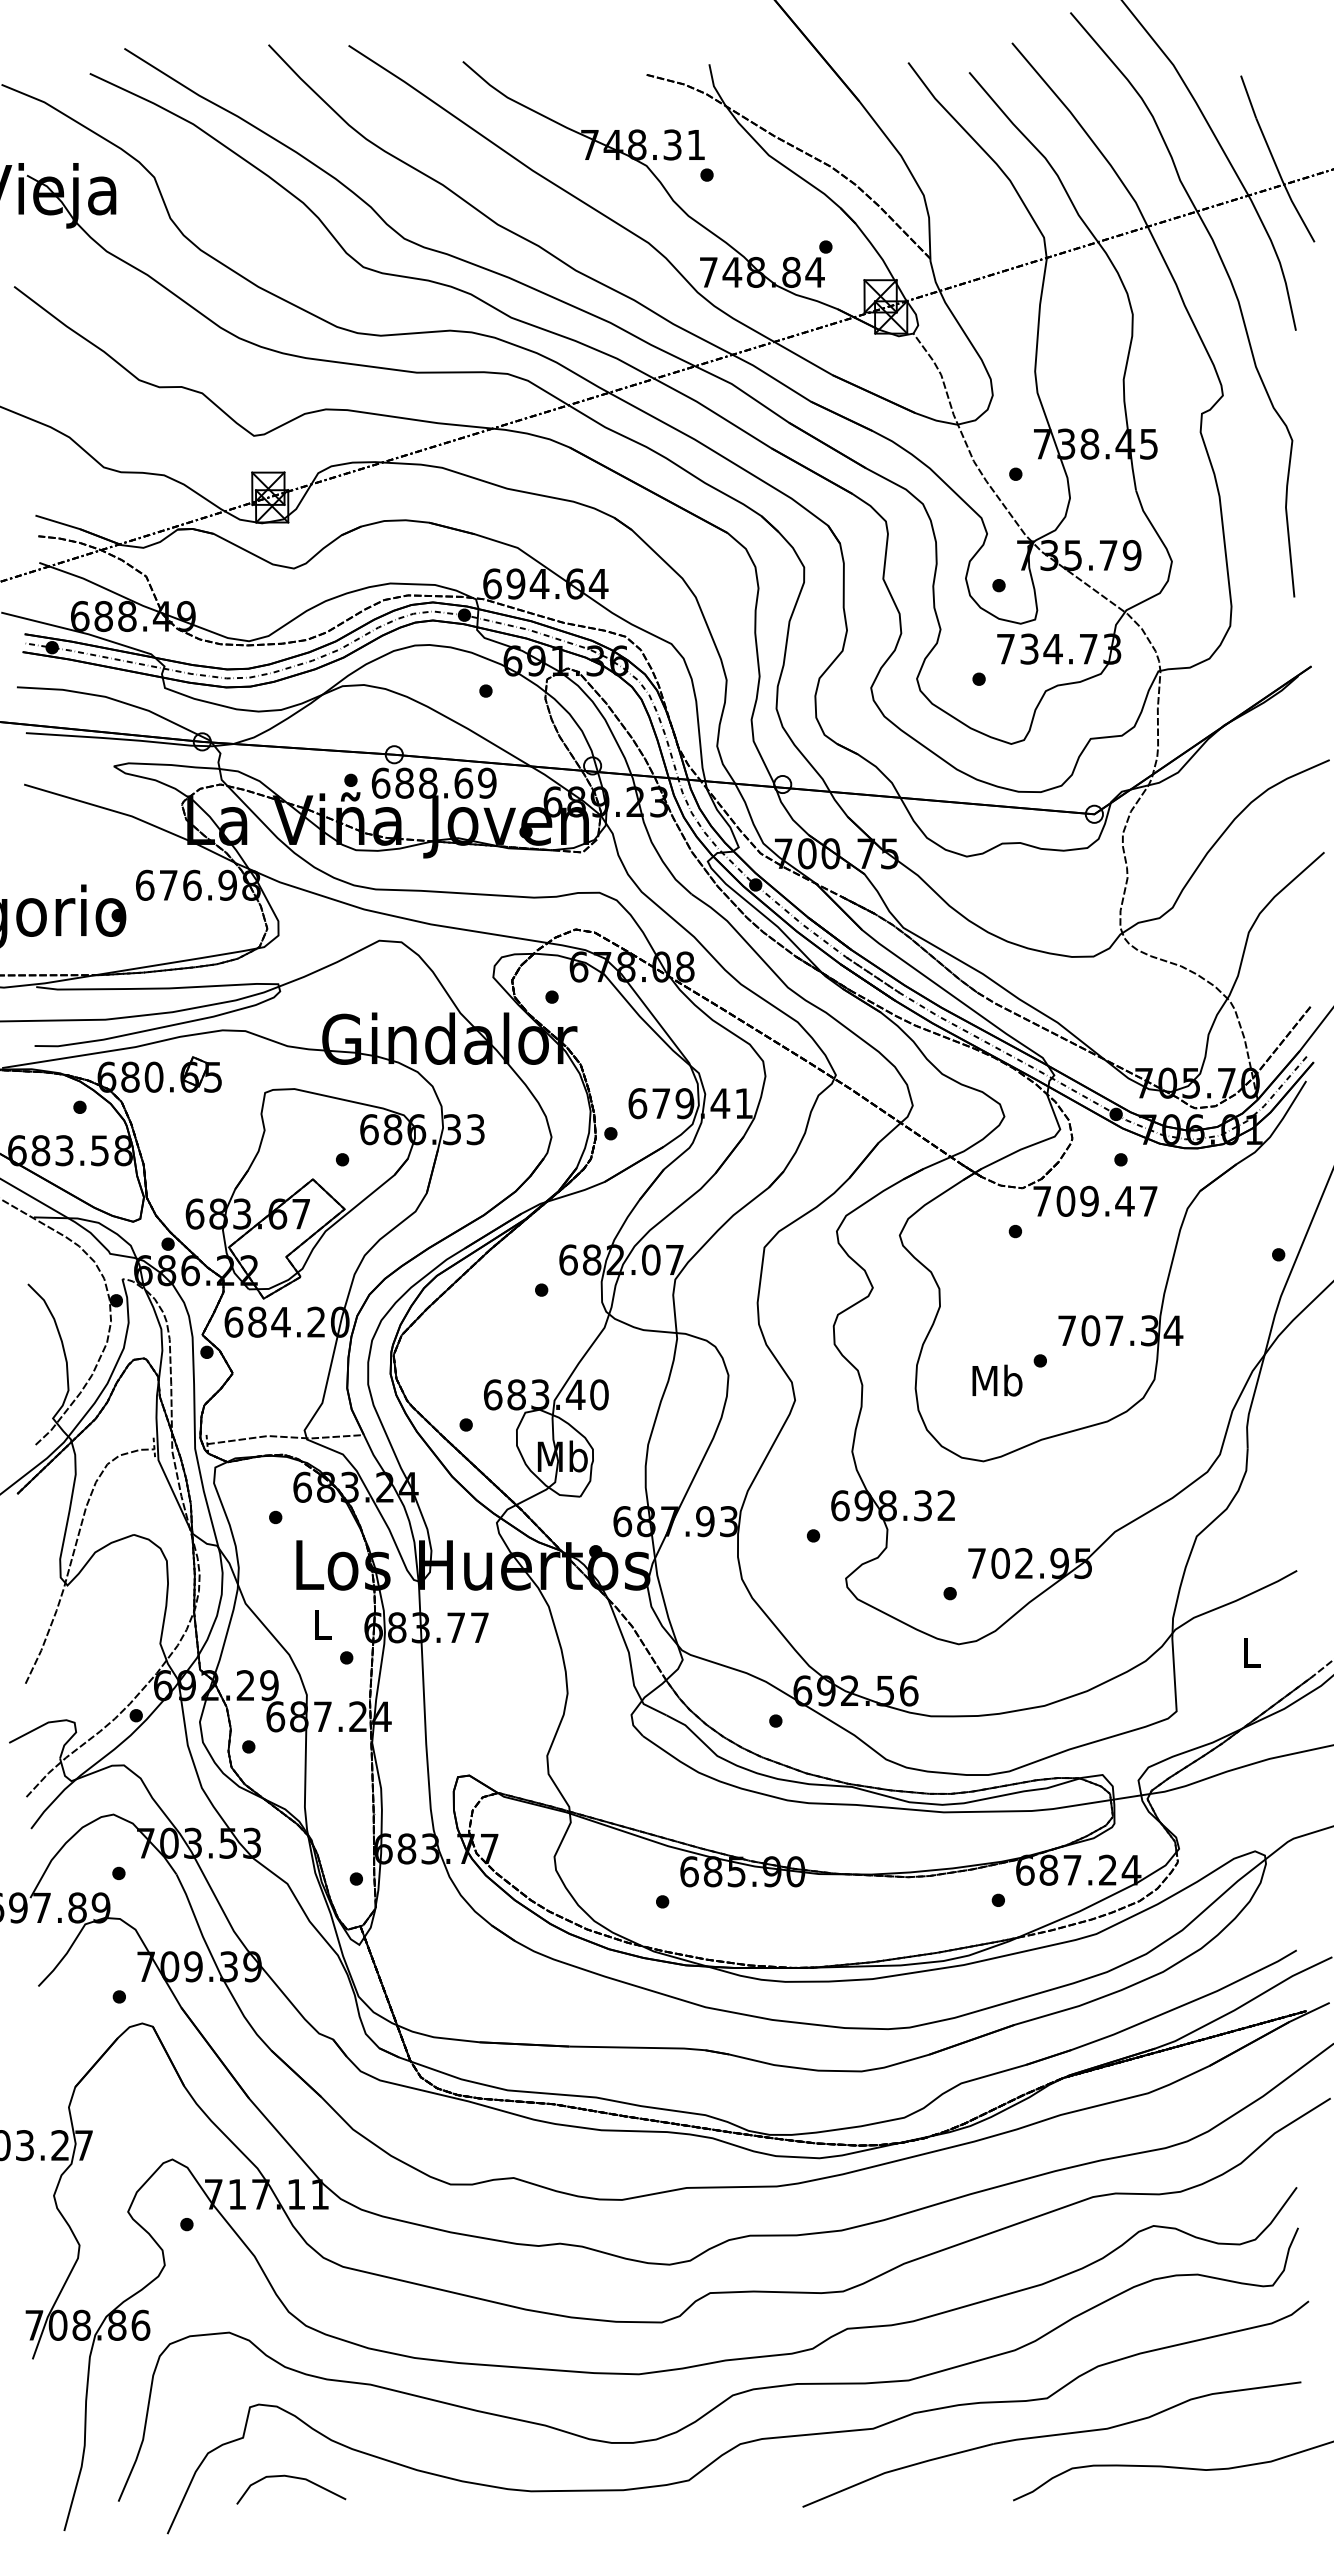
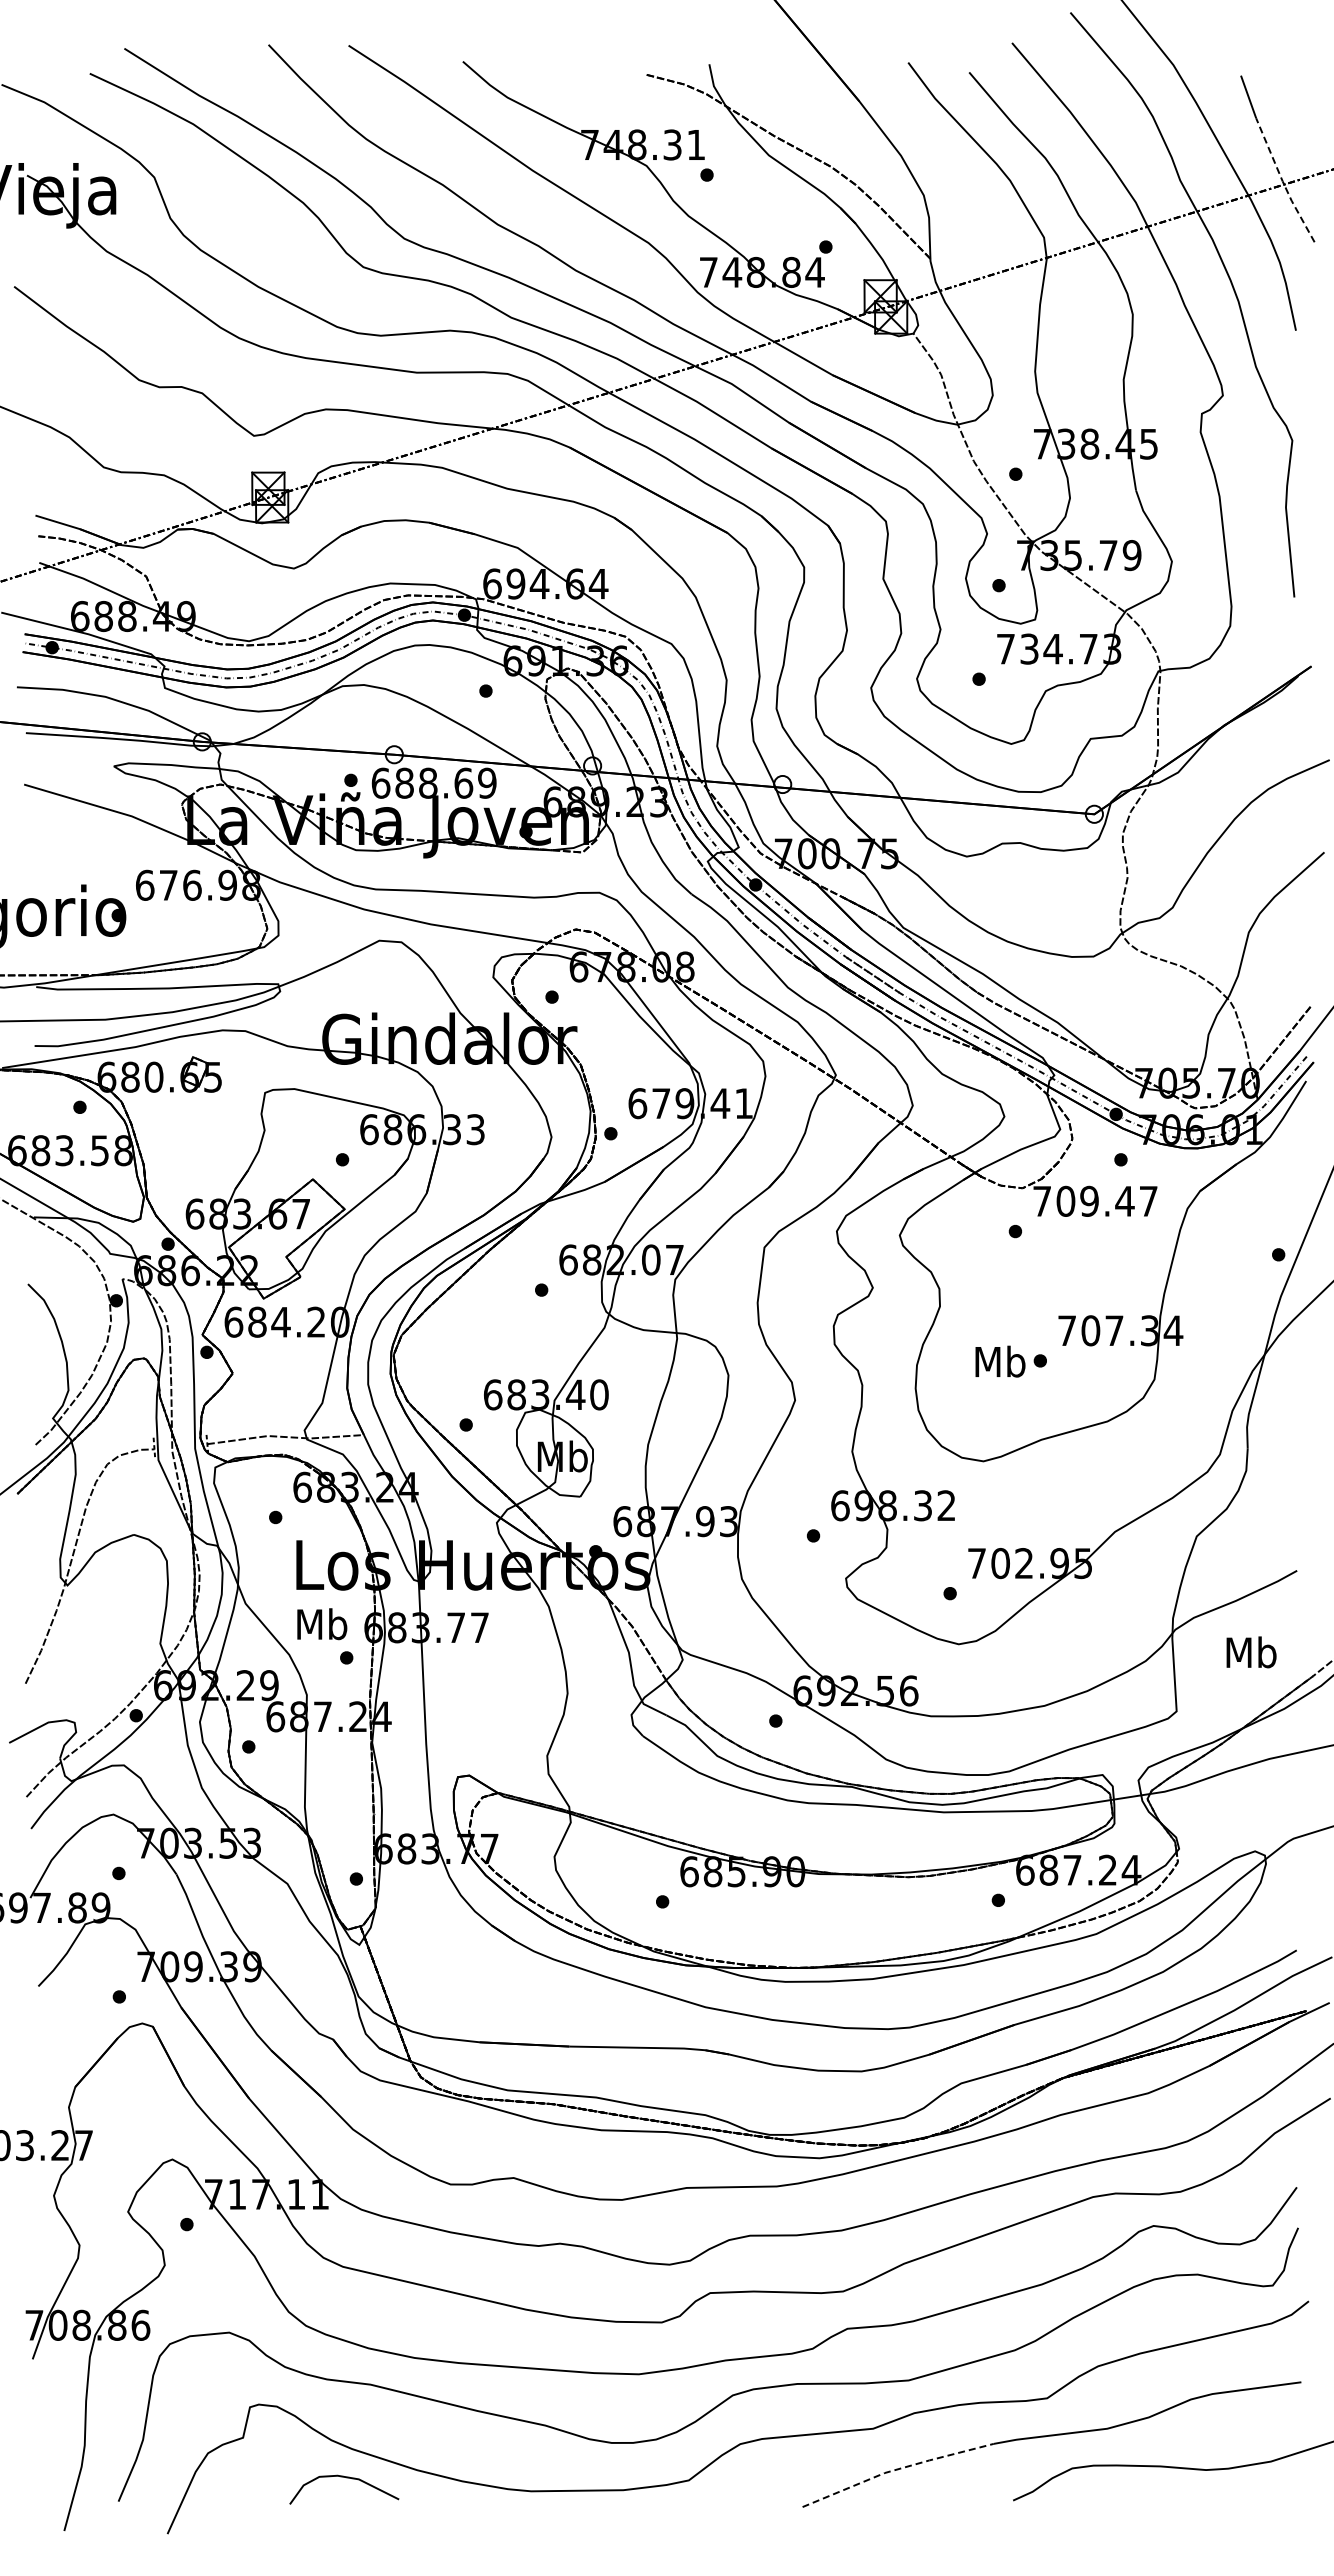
line at (1282, 181): solid -> dashed
text at (997, 1380) position: (997, 1380) -> (1000, 1361)
text at (322, 1624): L -> Mb
text at (1251, 1652): L -> Mb
line at (897, 2469): solid -> dashed
curve at (293, 2478) position: (293, 2478) -> (346, 2478)
